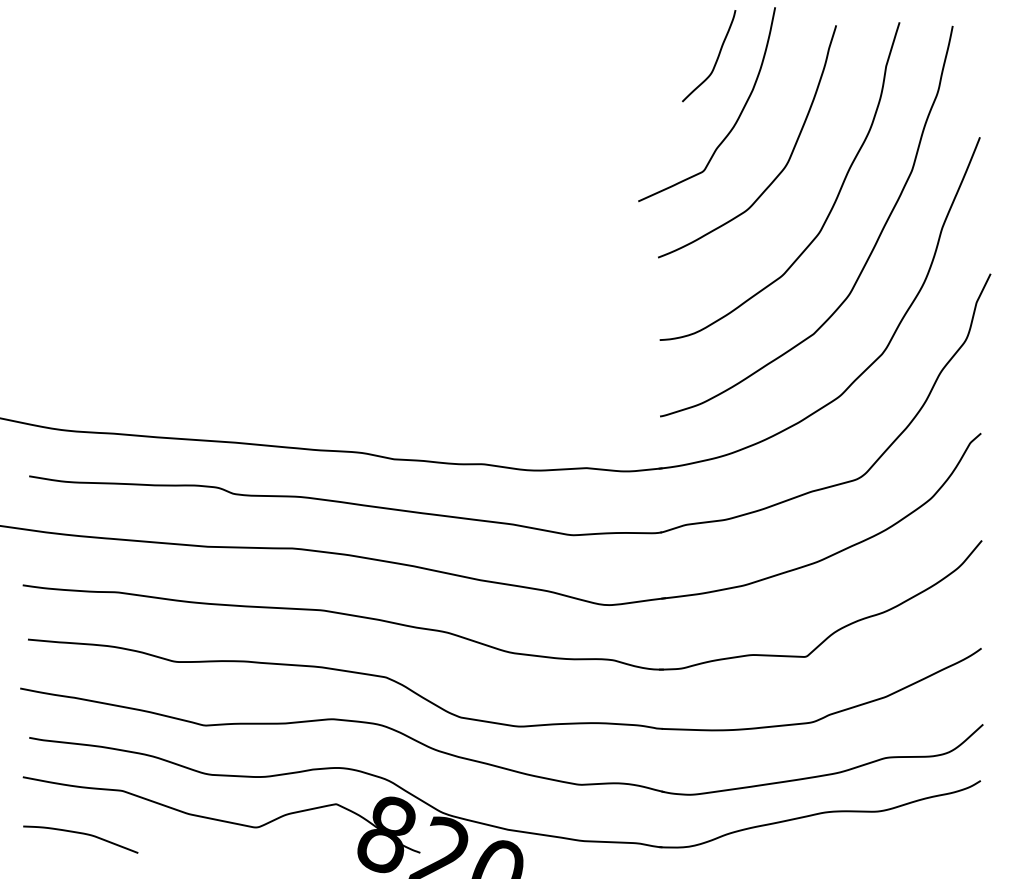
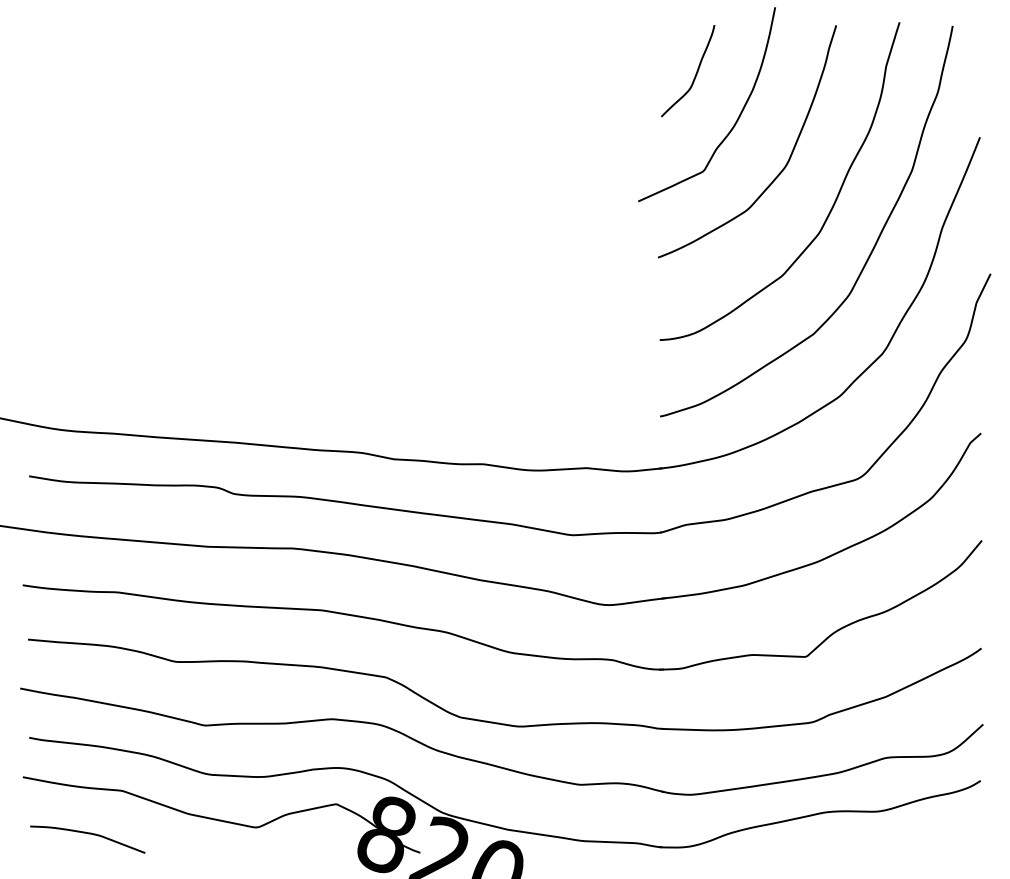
curve at (716, 58) position: (716, 58) -> (695, 73)
curve at (81, 834) position: (81, 834) -> (88, 834)
